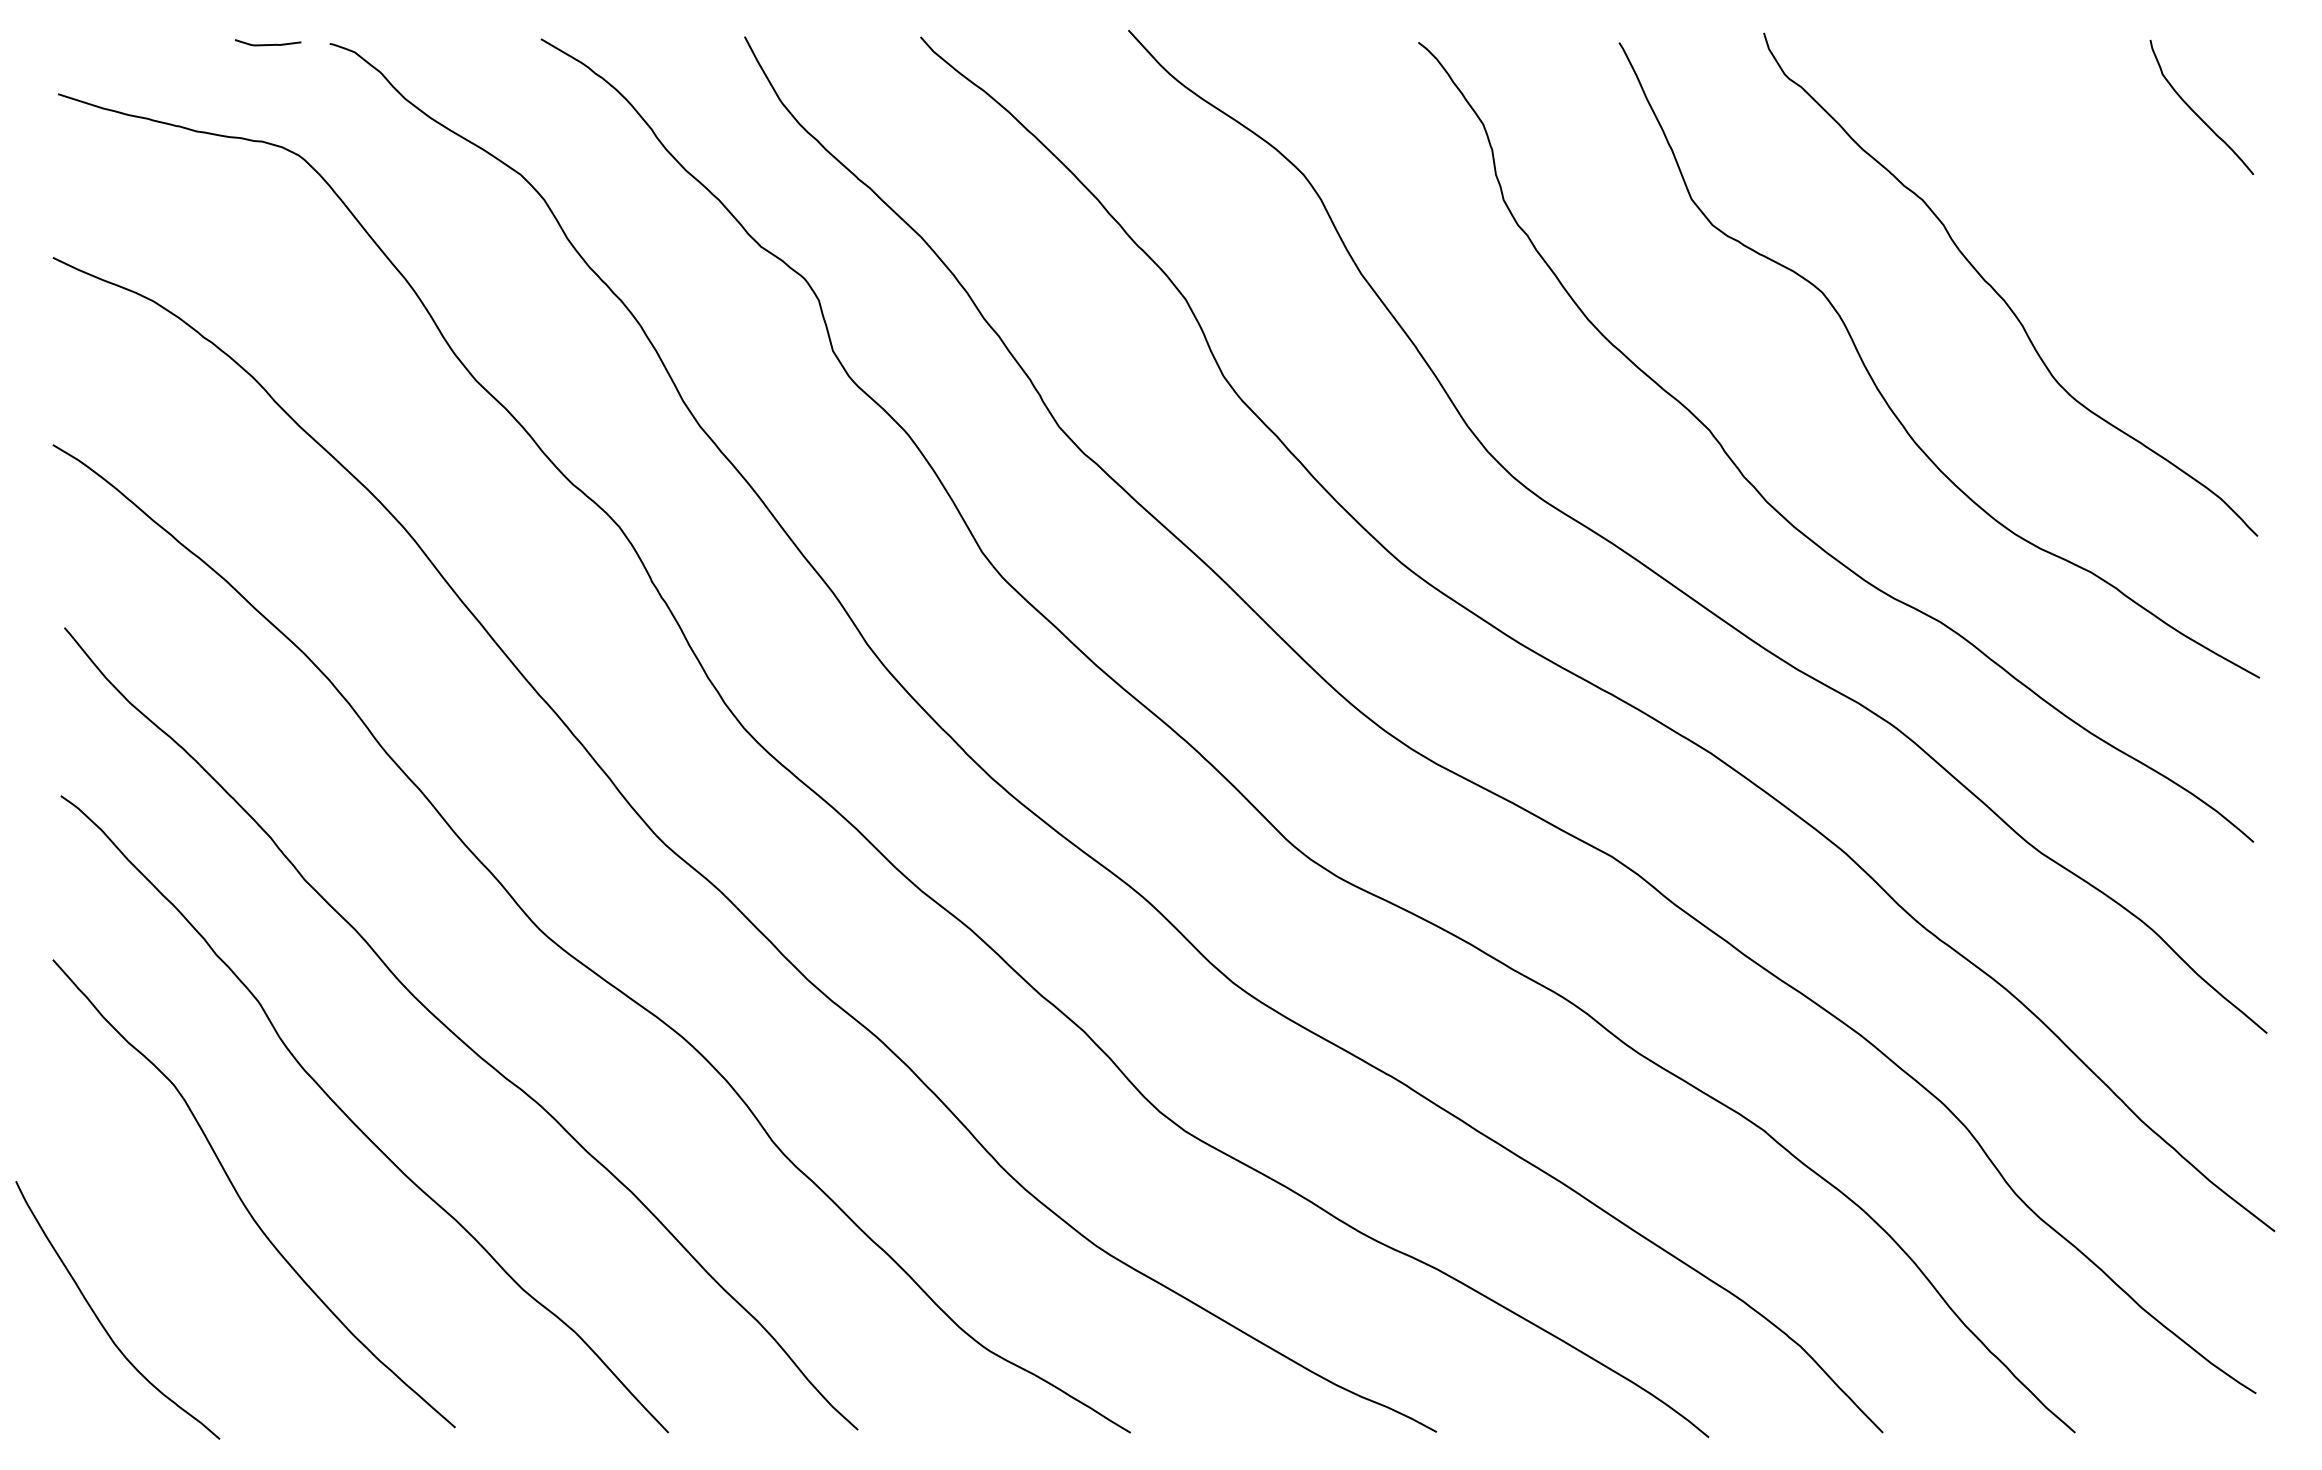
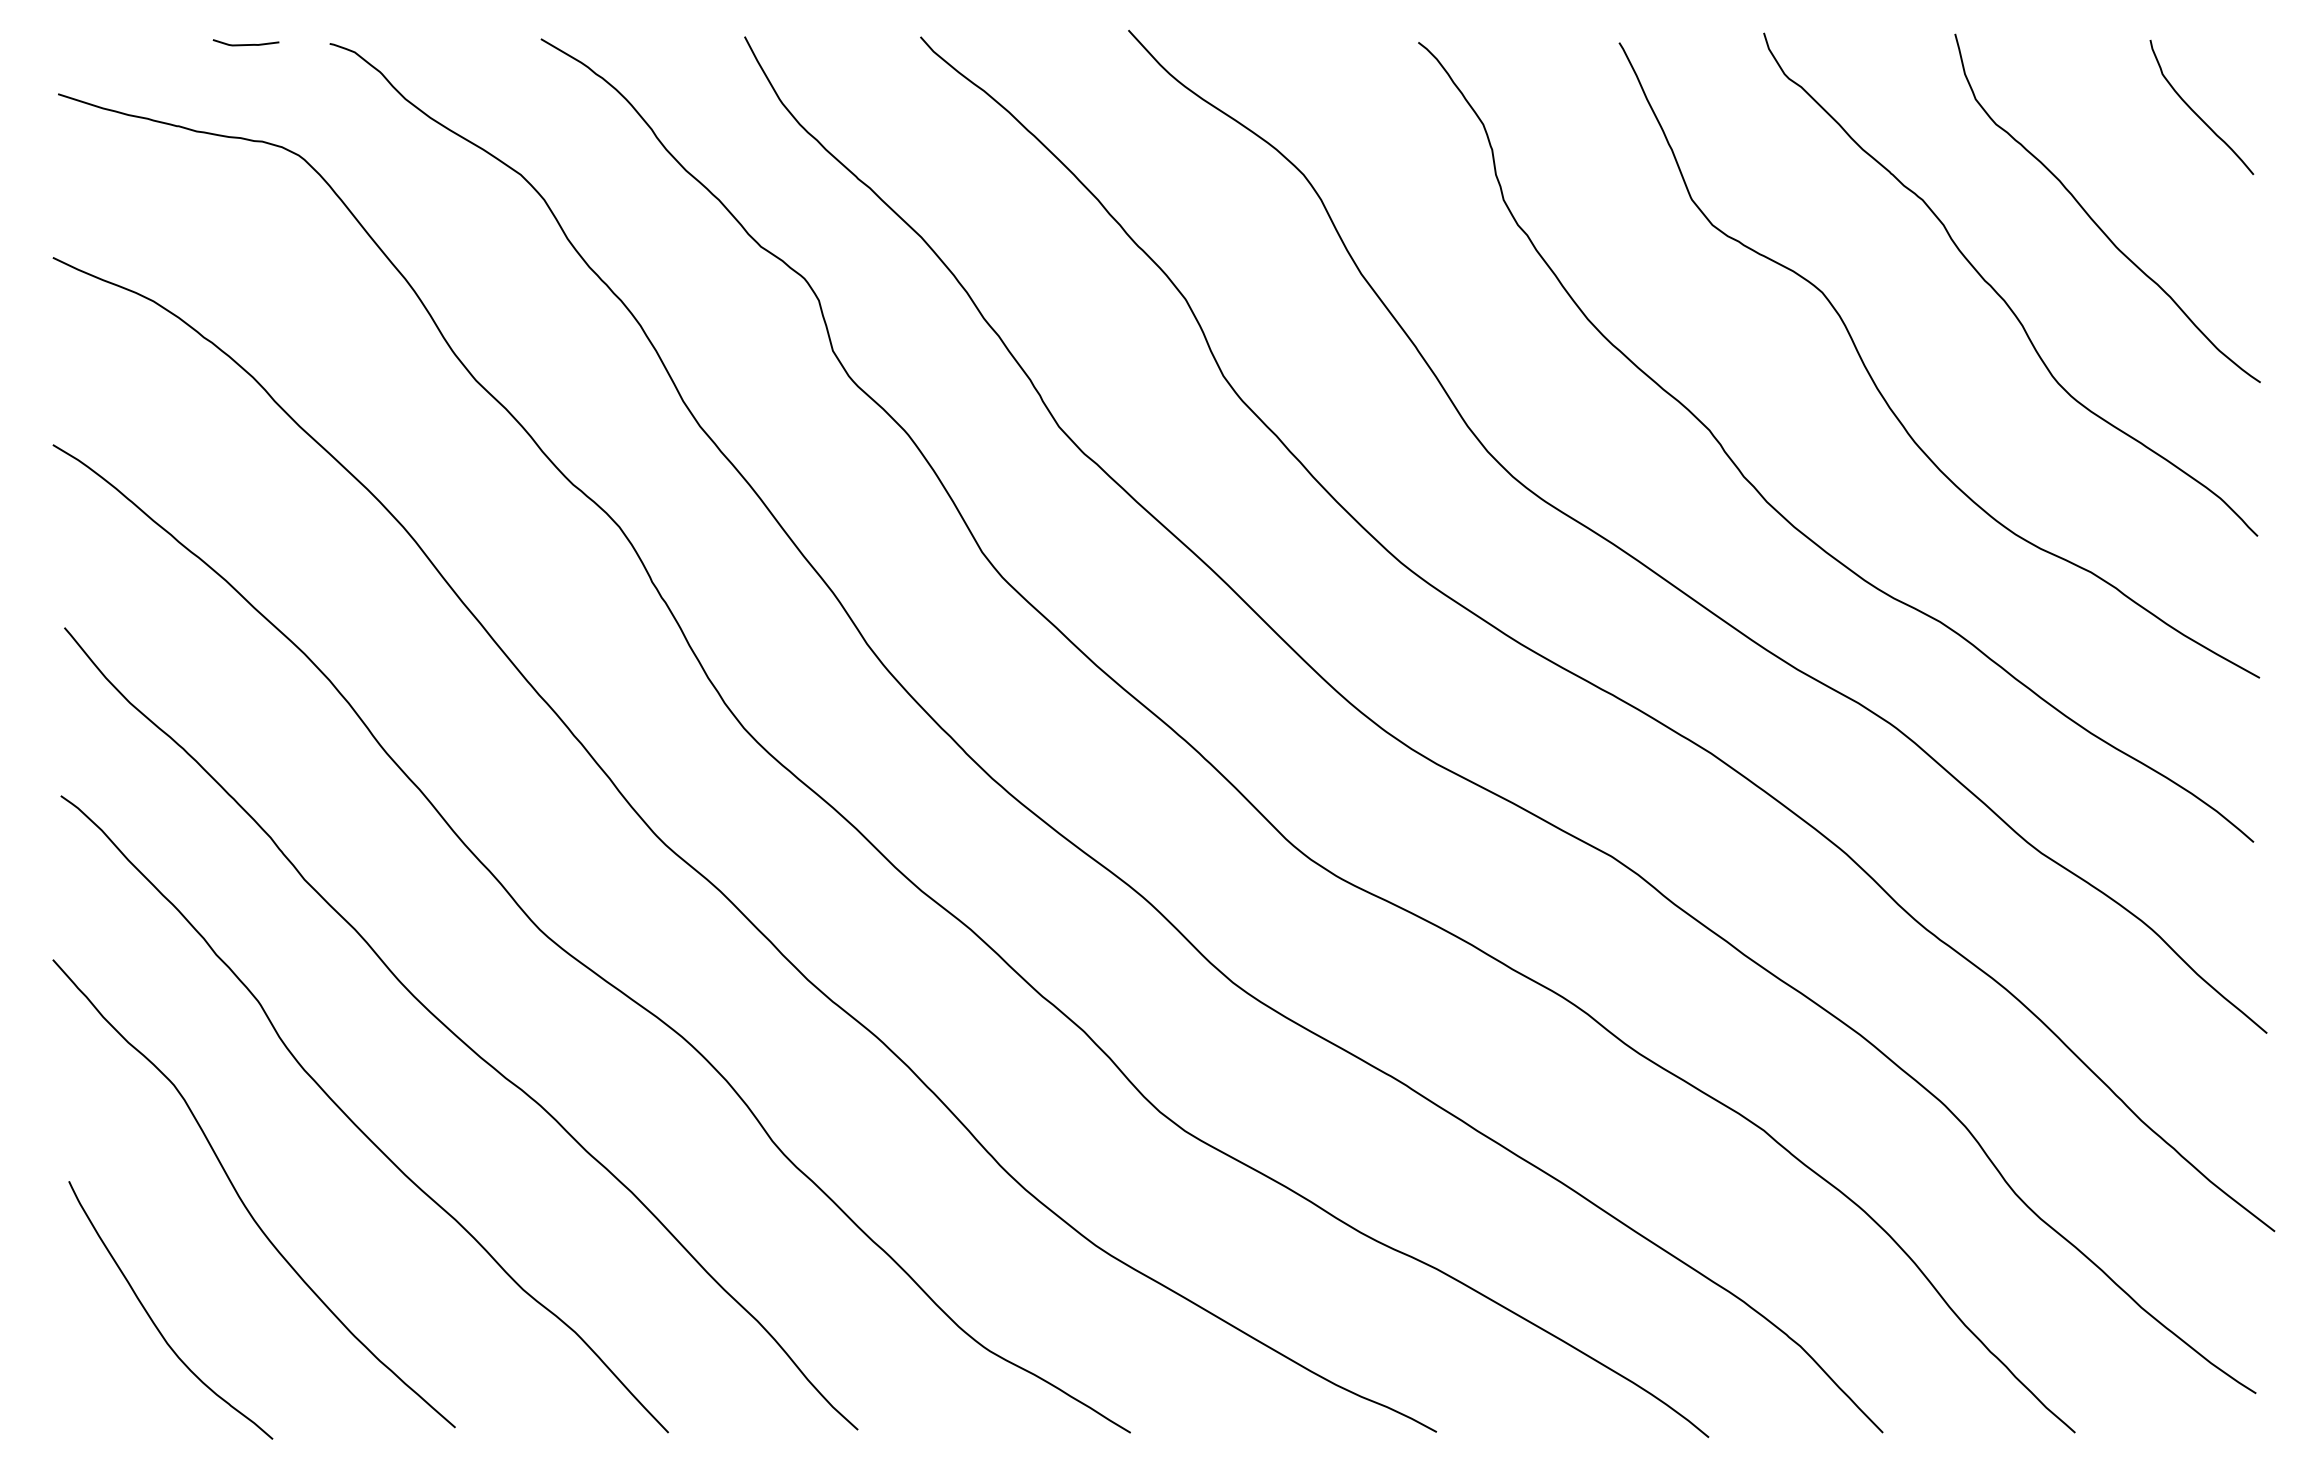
curve at (267, 44) position: (267, 44) -> (245, 44)
curve at (2094, 220): none -> present
curve at (100, 1320) position: (100, 1320) -> (153, 1320)
